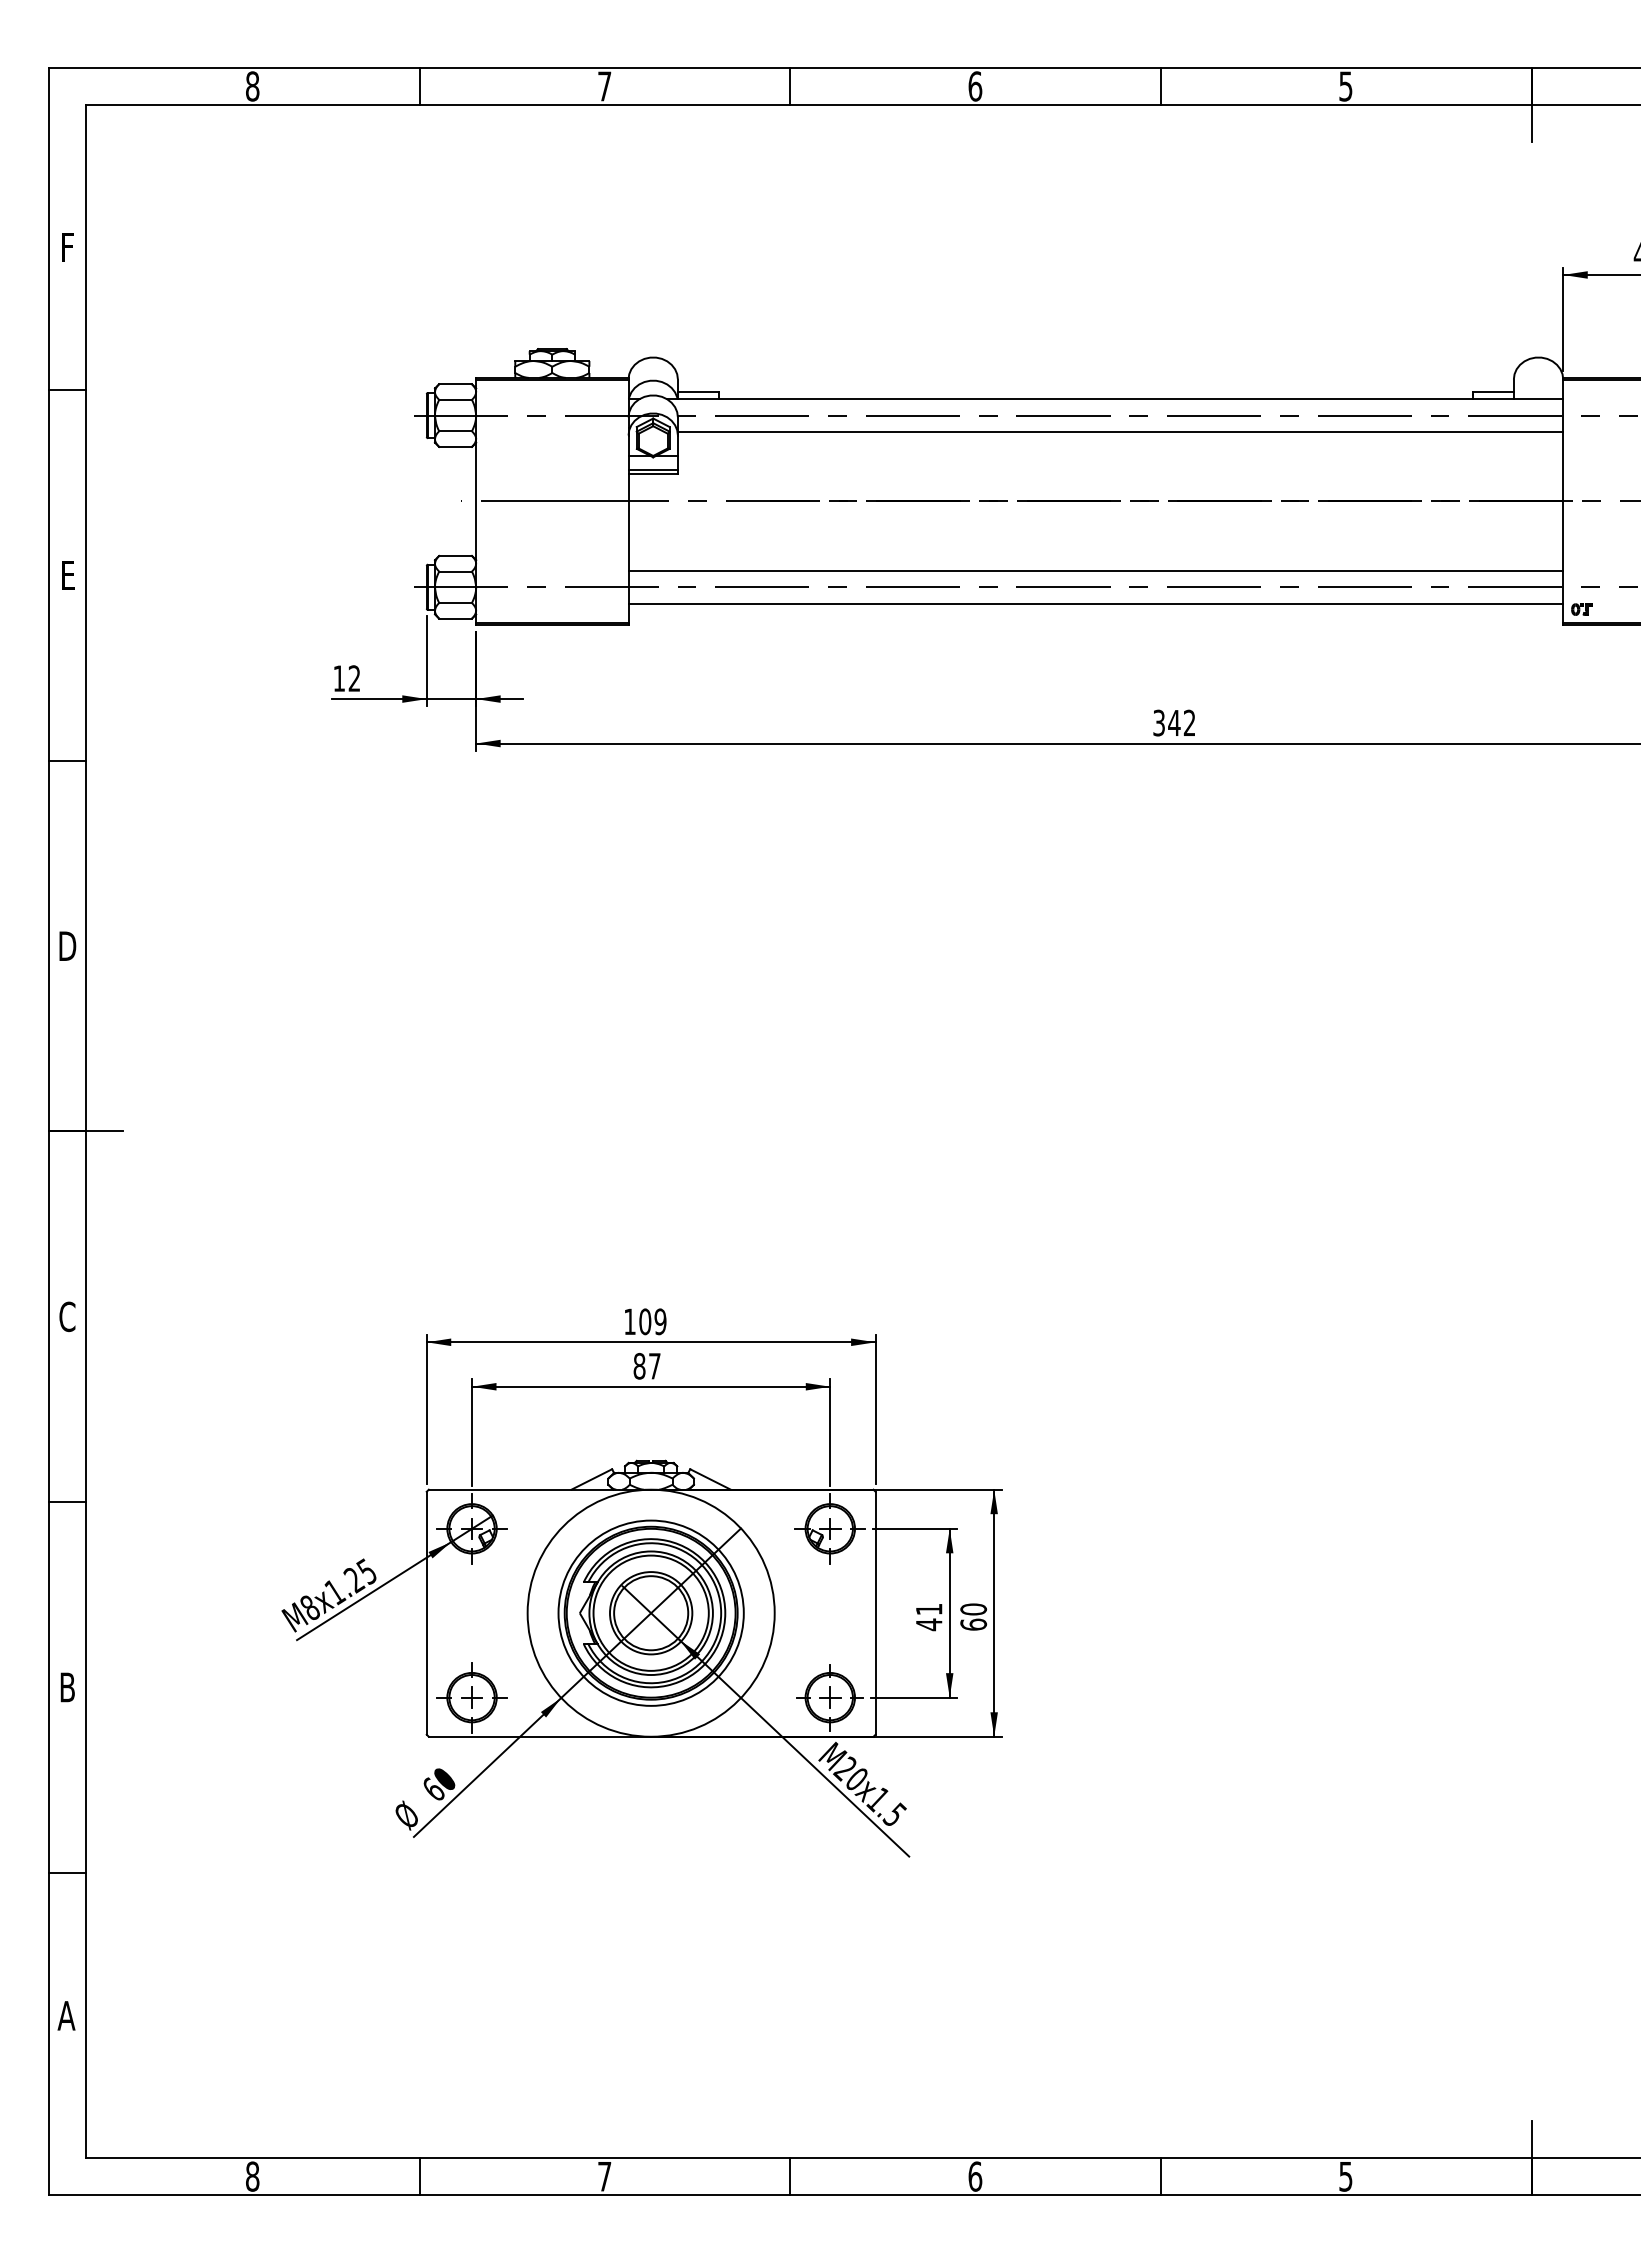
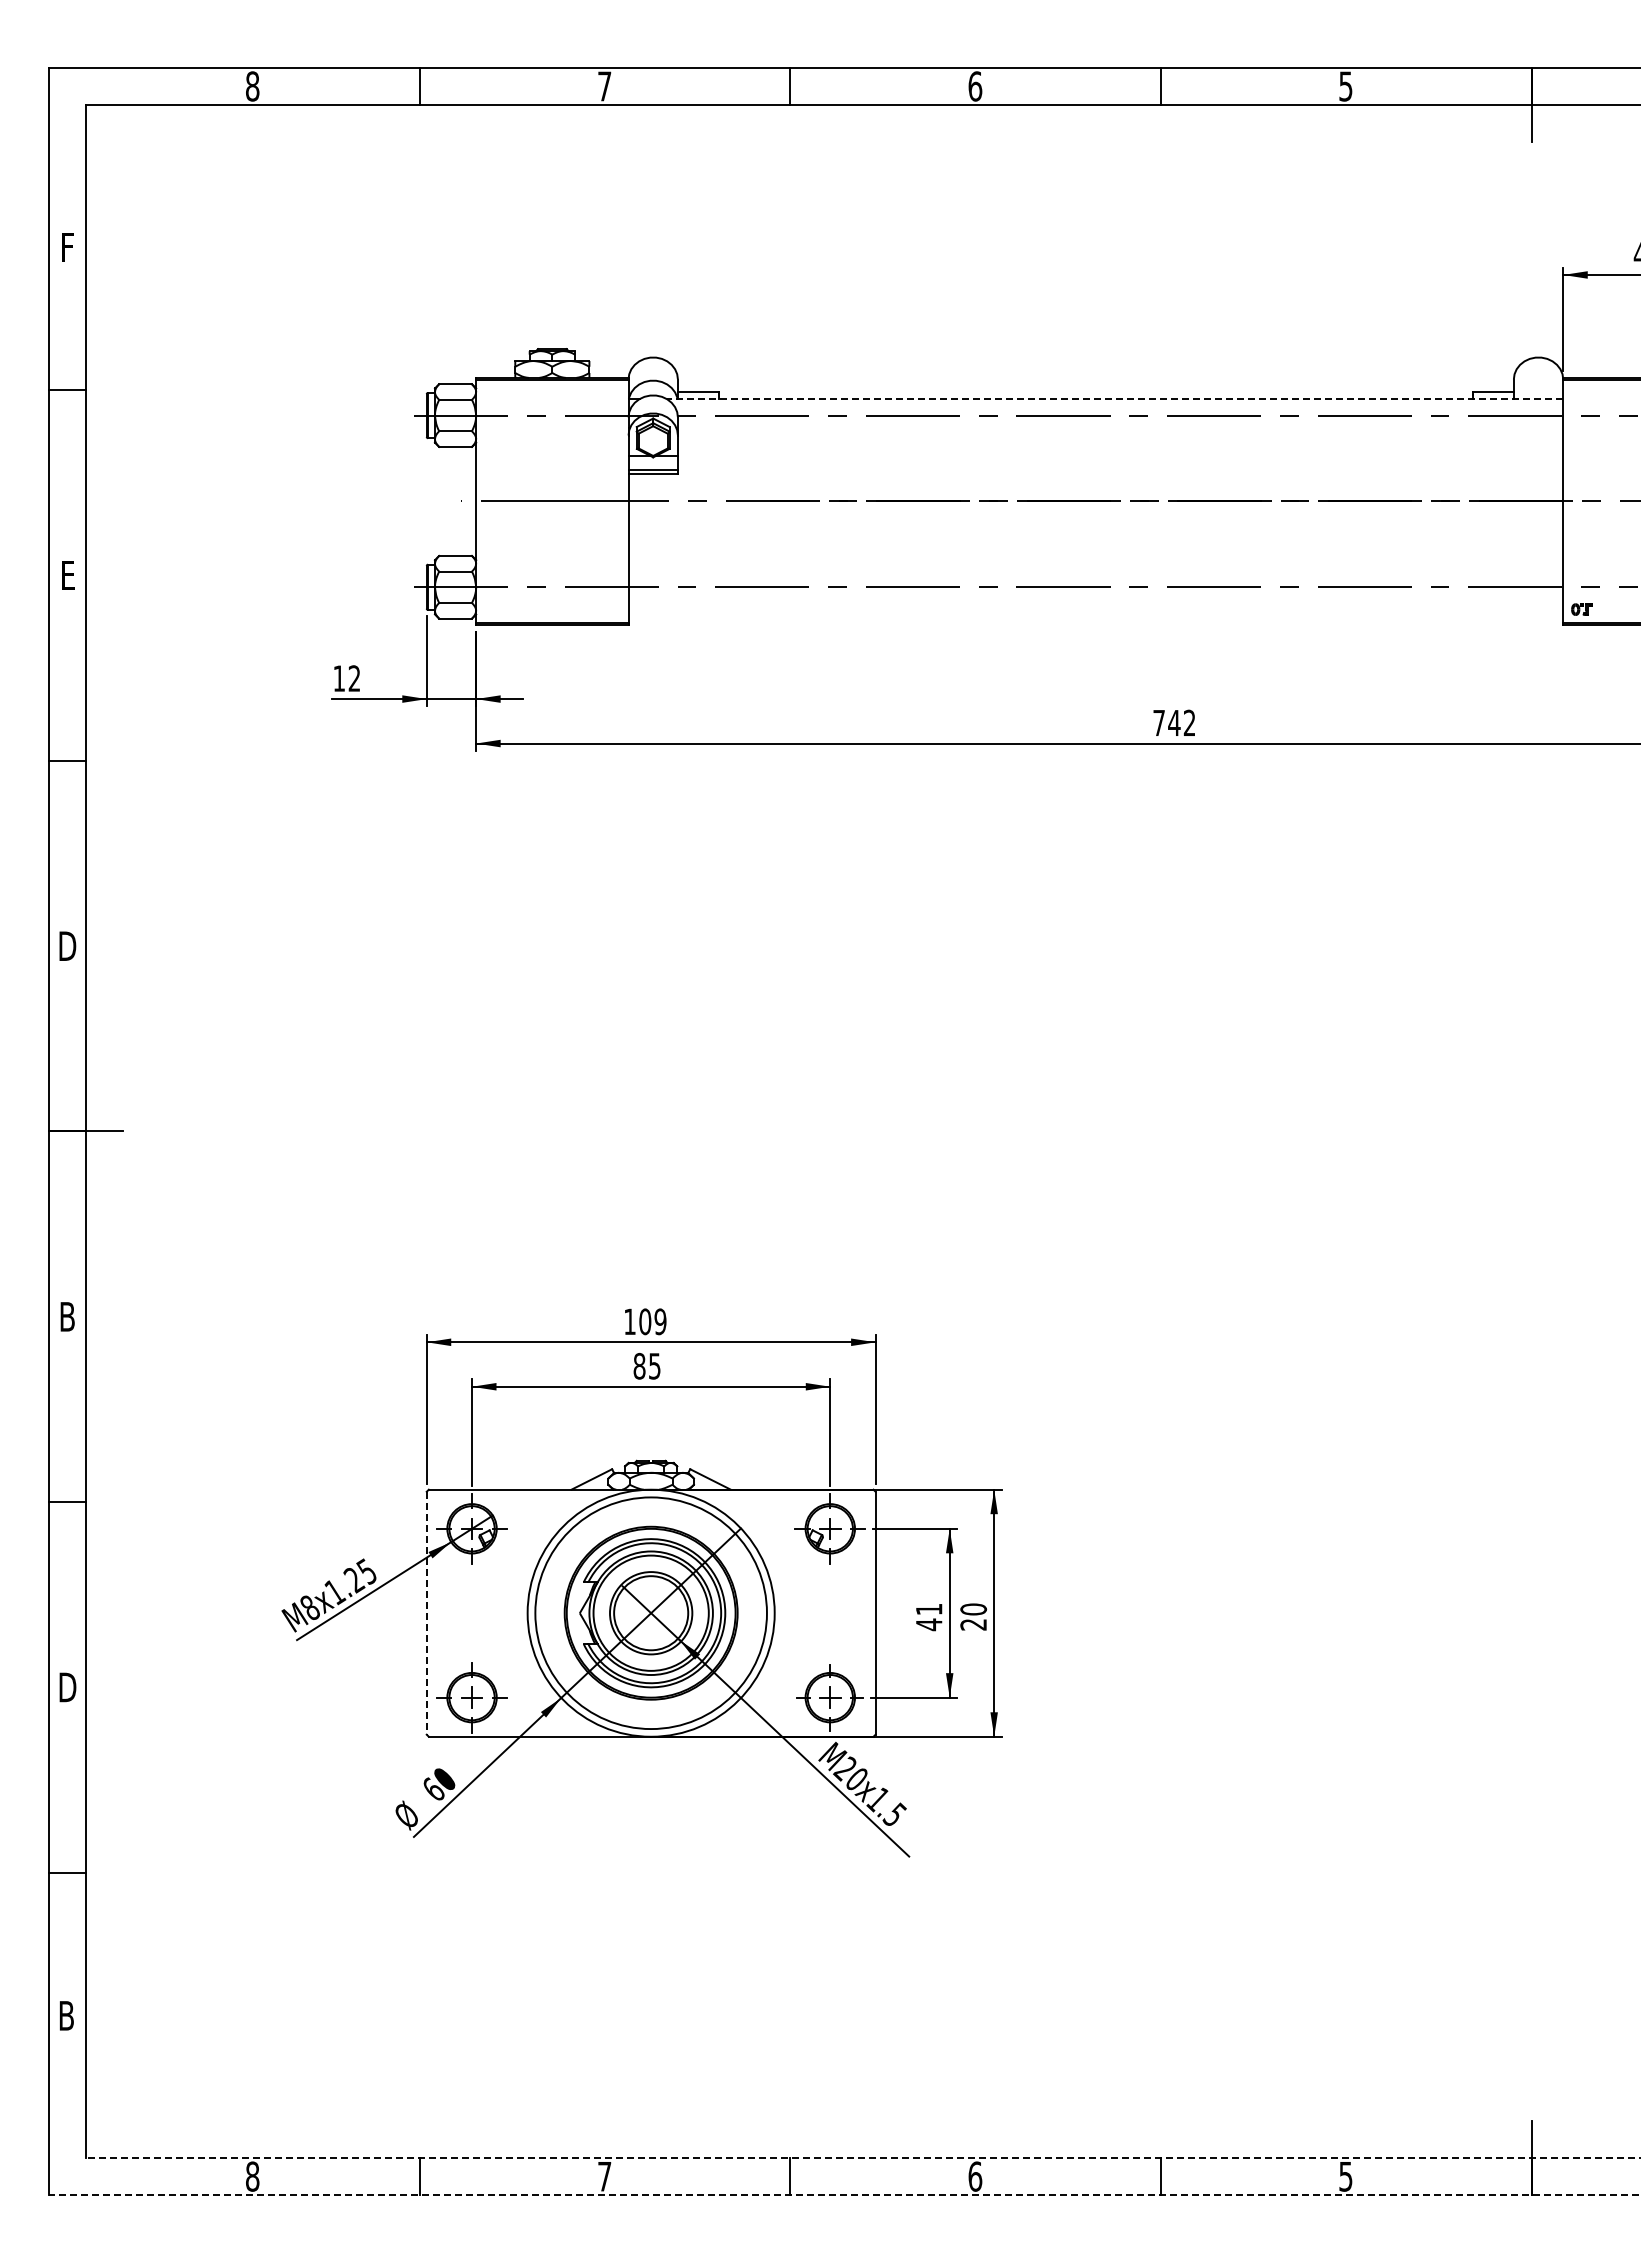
line at (1114, 399): solid -> dashed
line at (1120, 432): present -> none
line at (1095, 570): present -> none
line at (1095, 603): present -> none
text at (1158, 722): 342 -> 742
text at (67, 1316): C -> B
text at (654, 1366): 87 -> 85
circle at (650, 1612) diameter: 185 px -> 232 px
line at (426, 1613): solid -> dashed
text at (973, 1624): 60 -> 20
text at (67, 1687): B -> D
text at (66, 2015): A -> B
line at (863, 2158): solid -> dashed
line at (844, 2195): solid -> dashed
